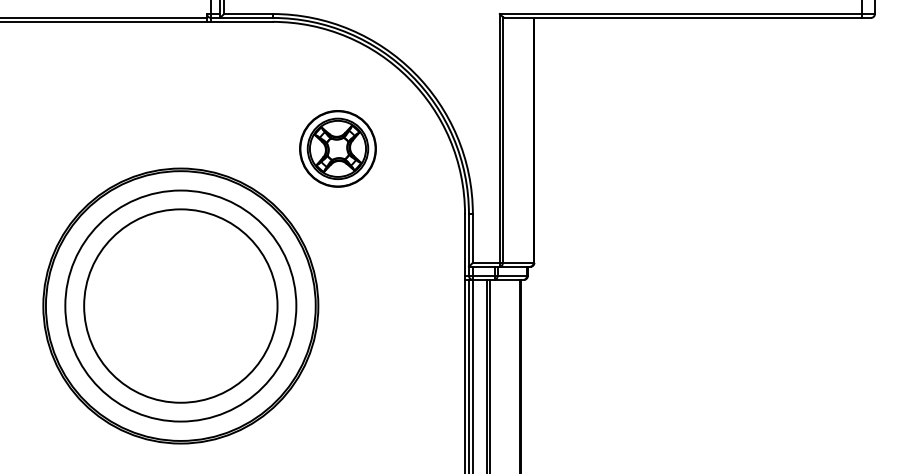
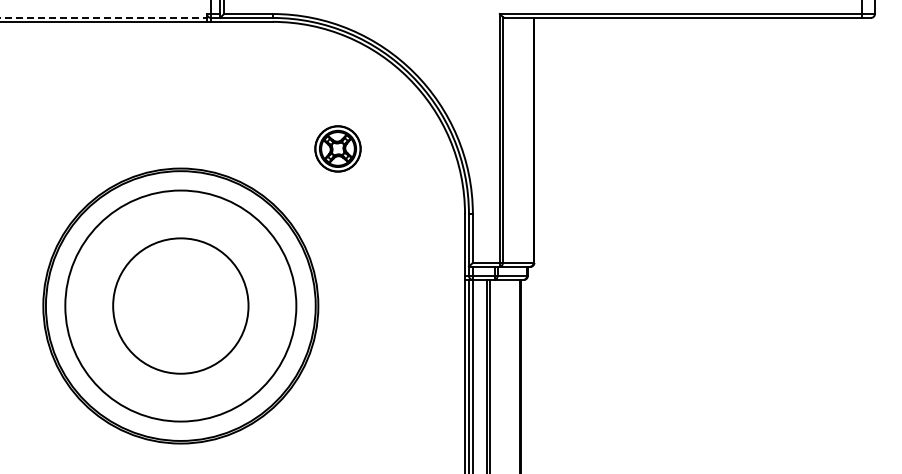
line at (104, 17): solid -> dashed
part at (337, 148) size: 78x78 px -> 48x48 px
circle at (180, 305) diameter: 193 px -> 135 px
